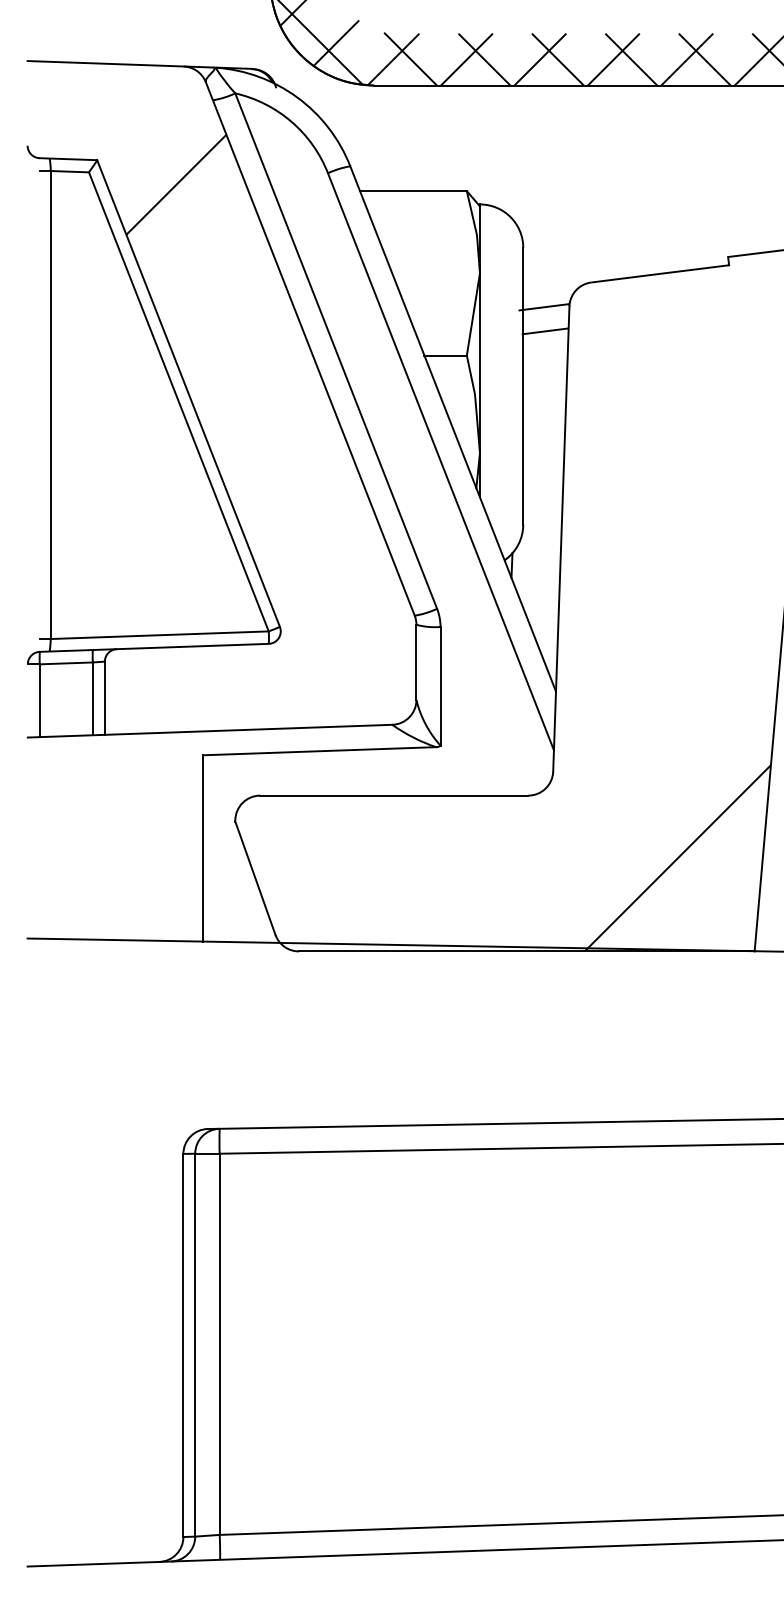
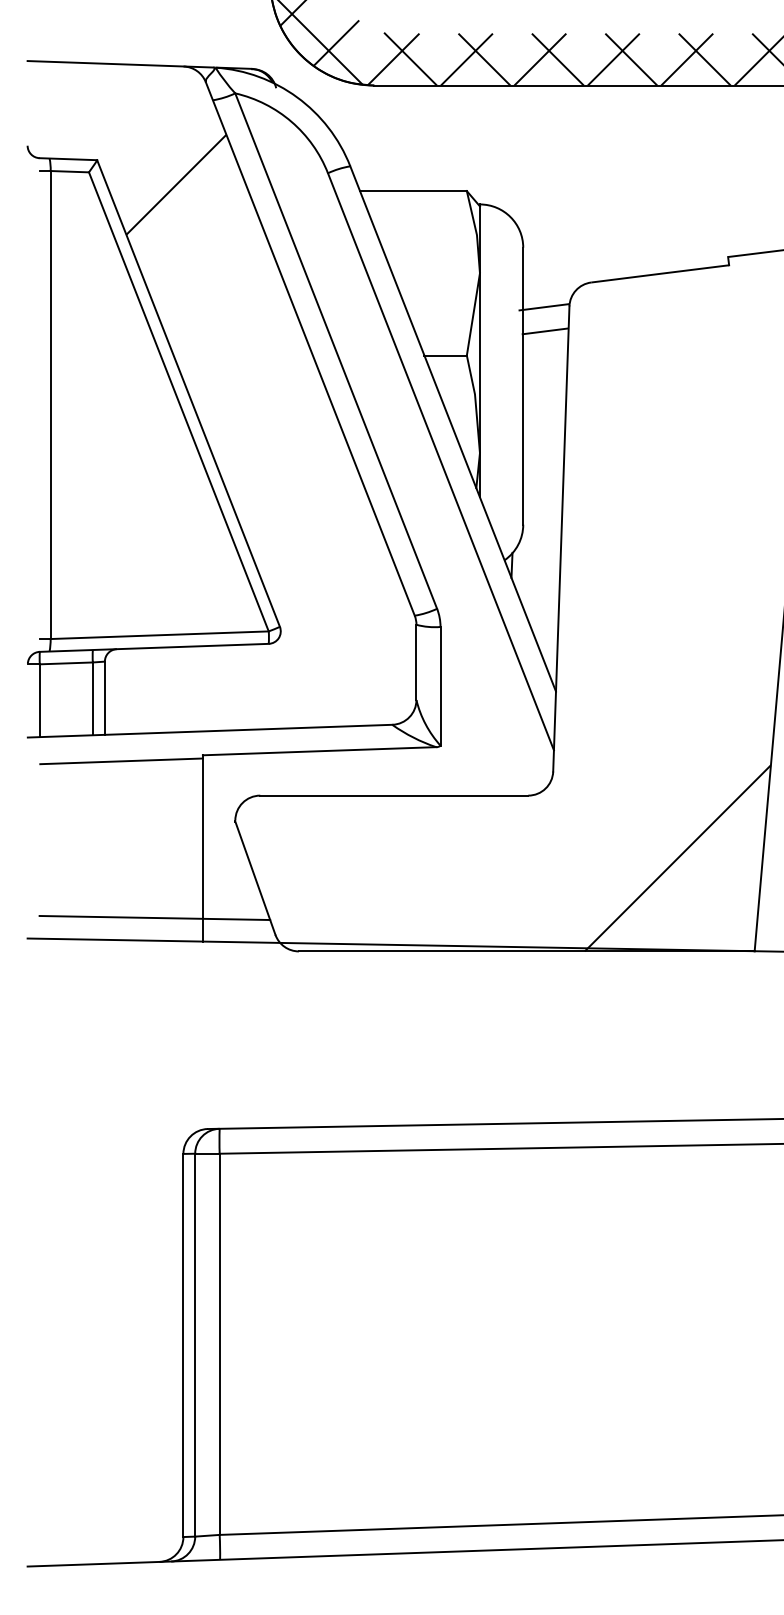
line at (121, 761): none -> present
line at (154, 917): none -> present
